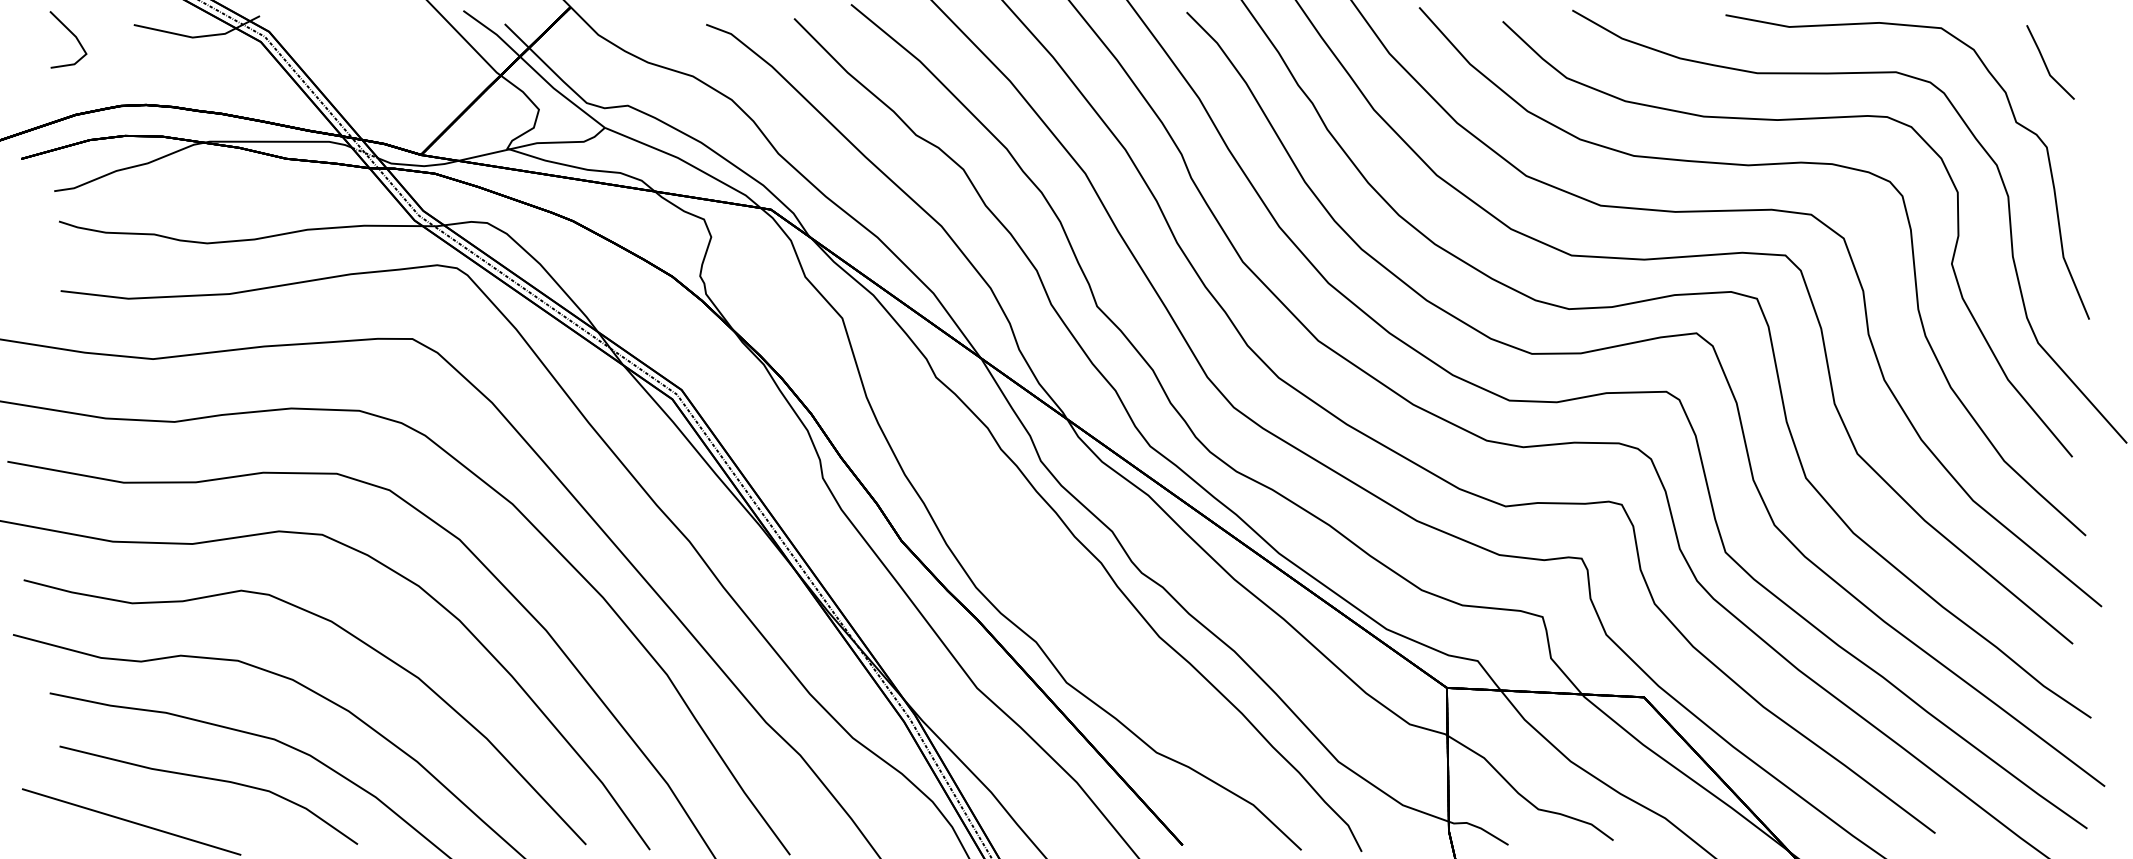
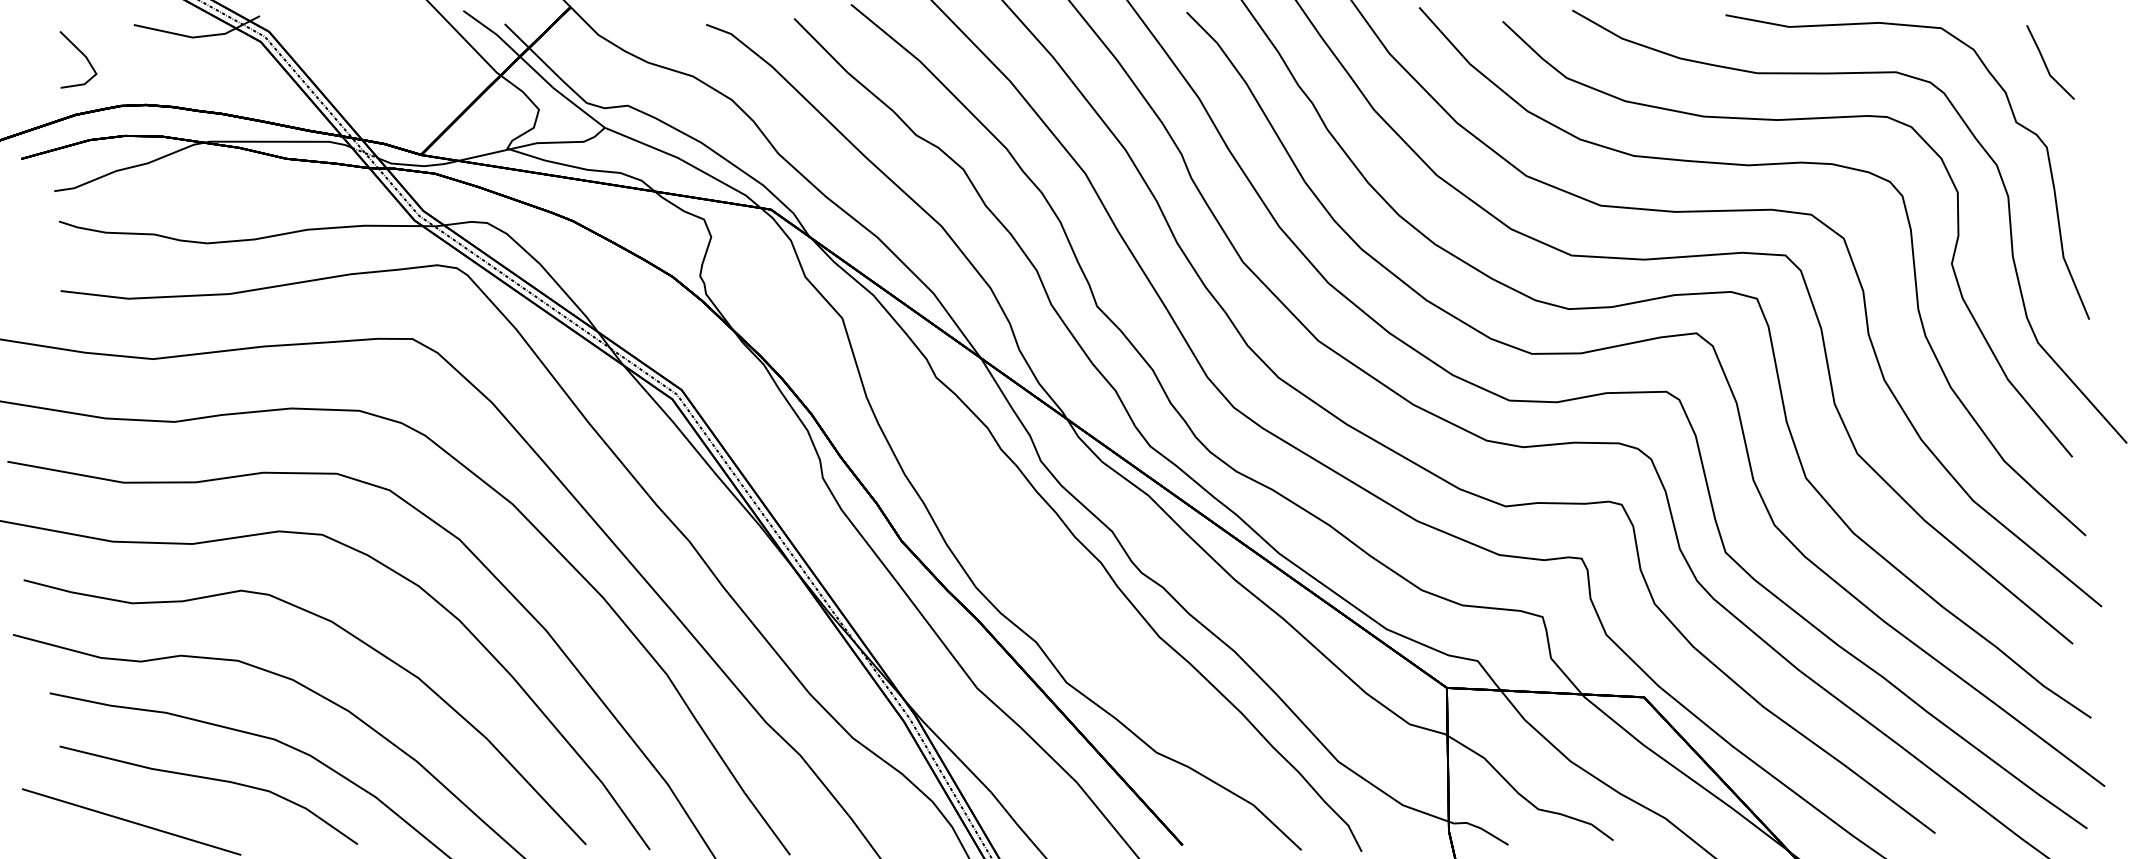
line at (72, 34) position: (72, 34) -> (82, 54)
